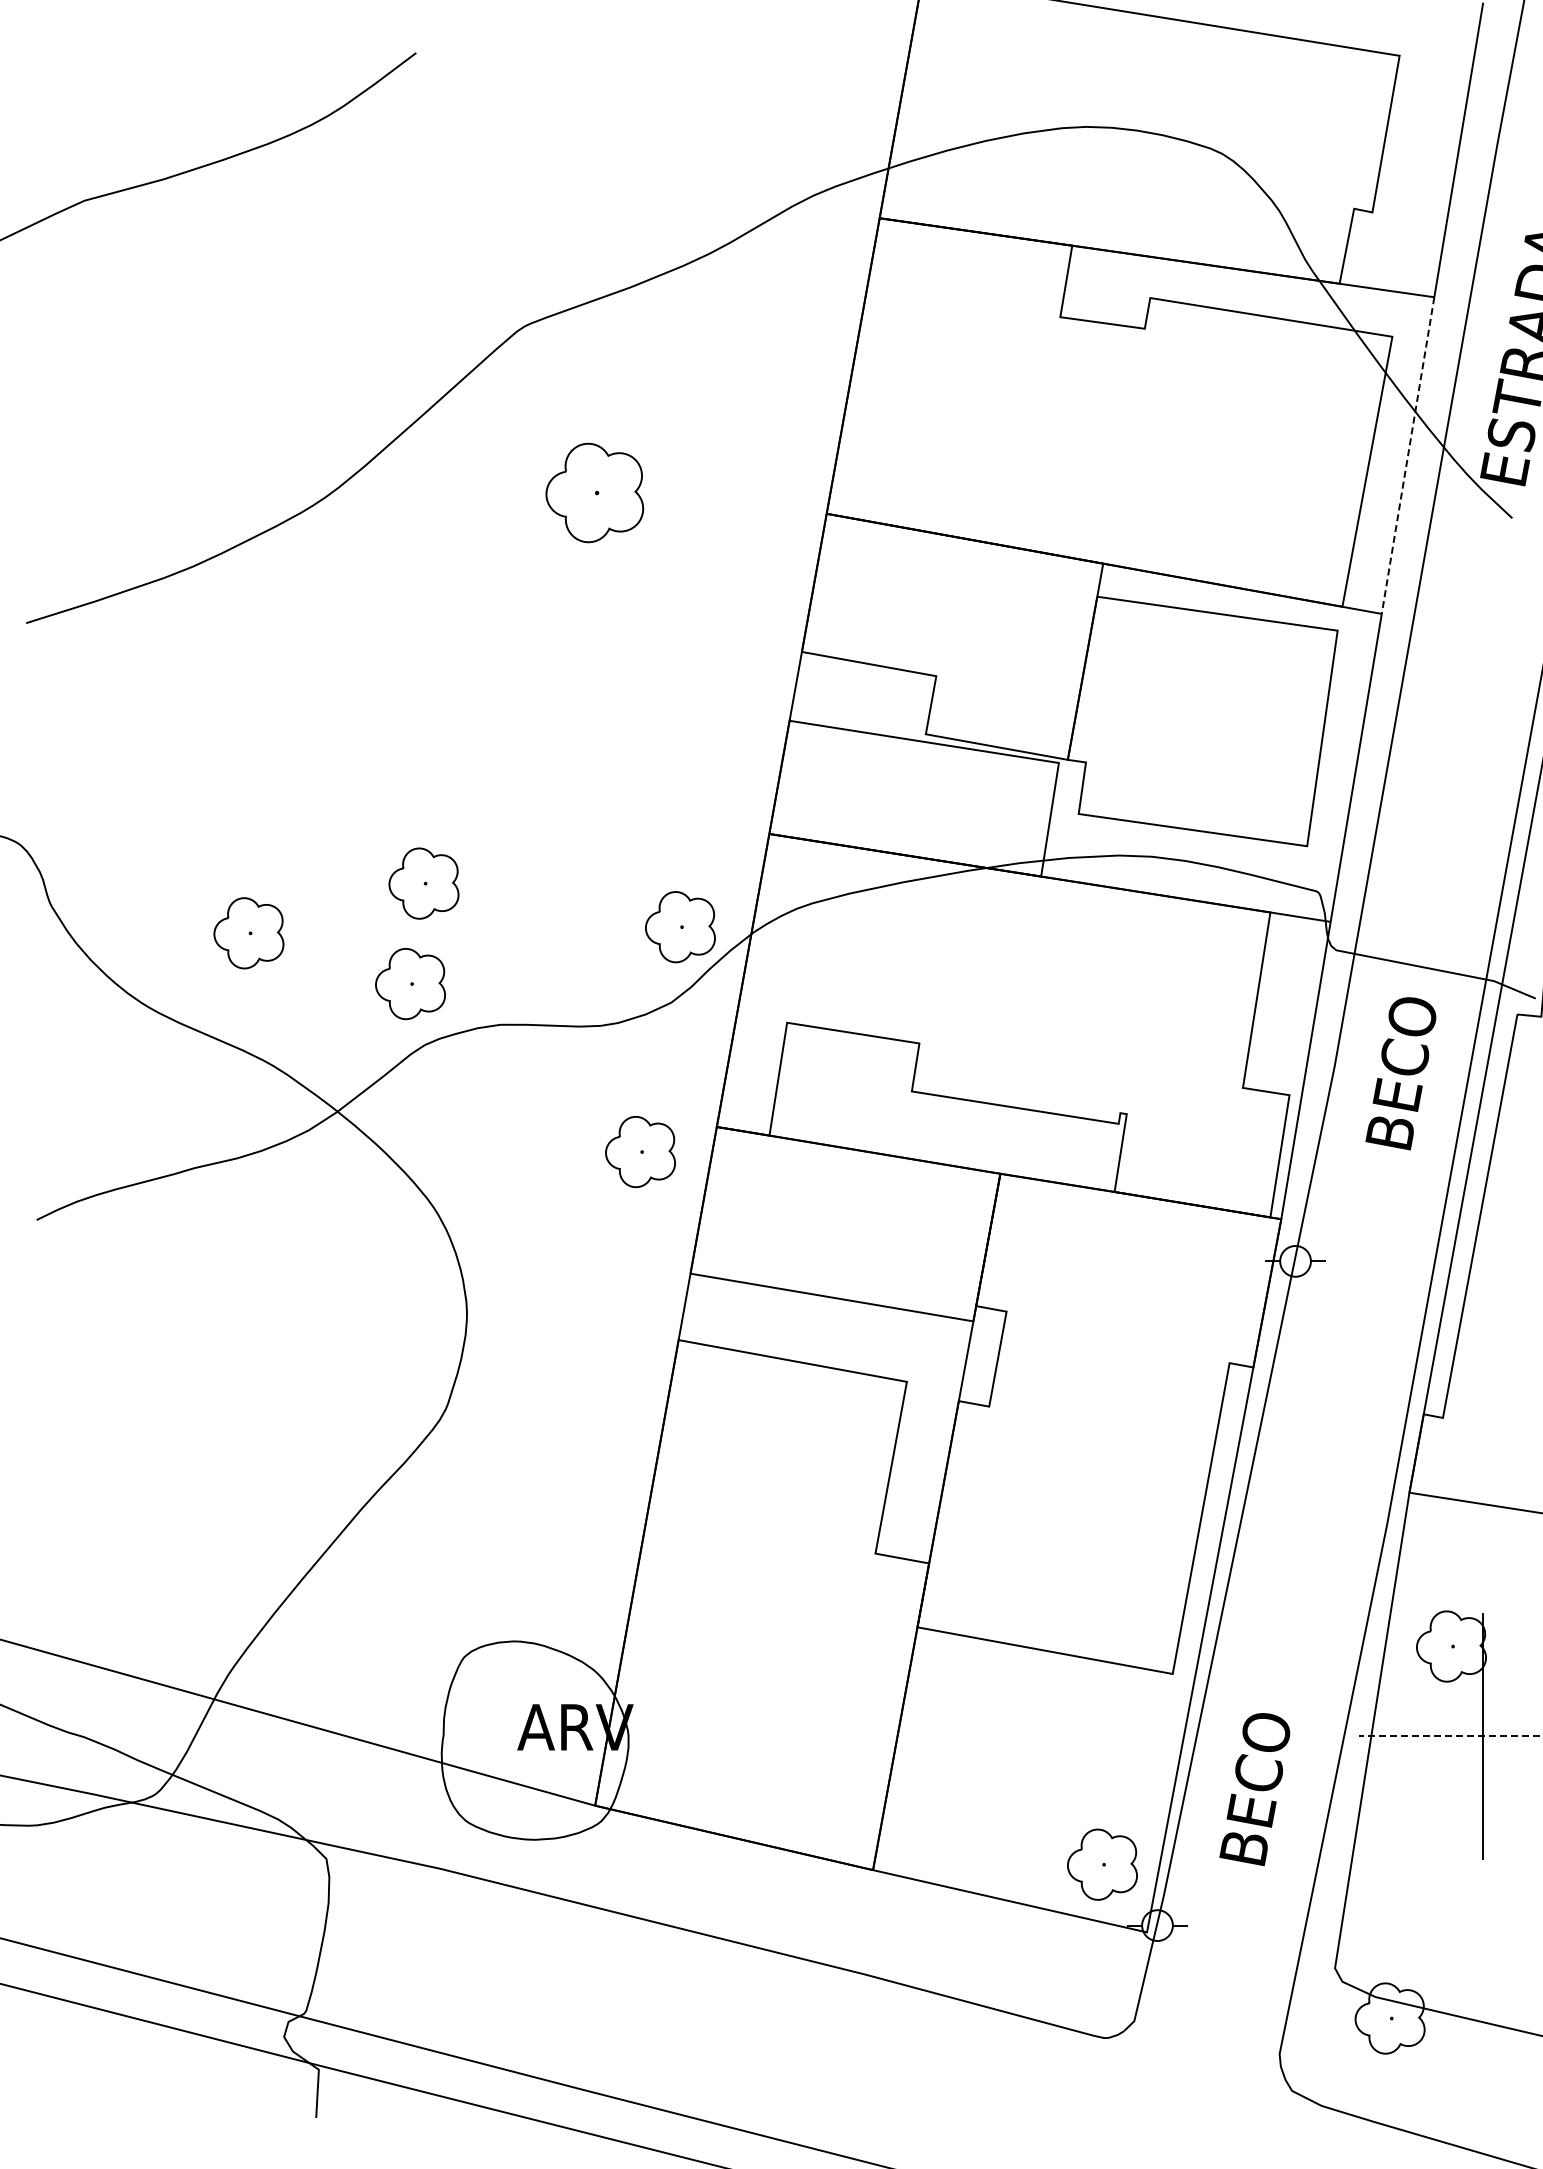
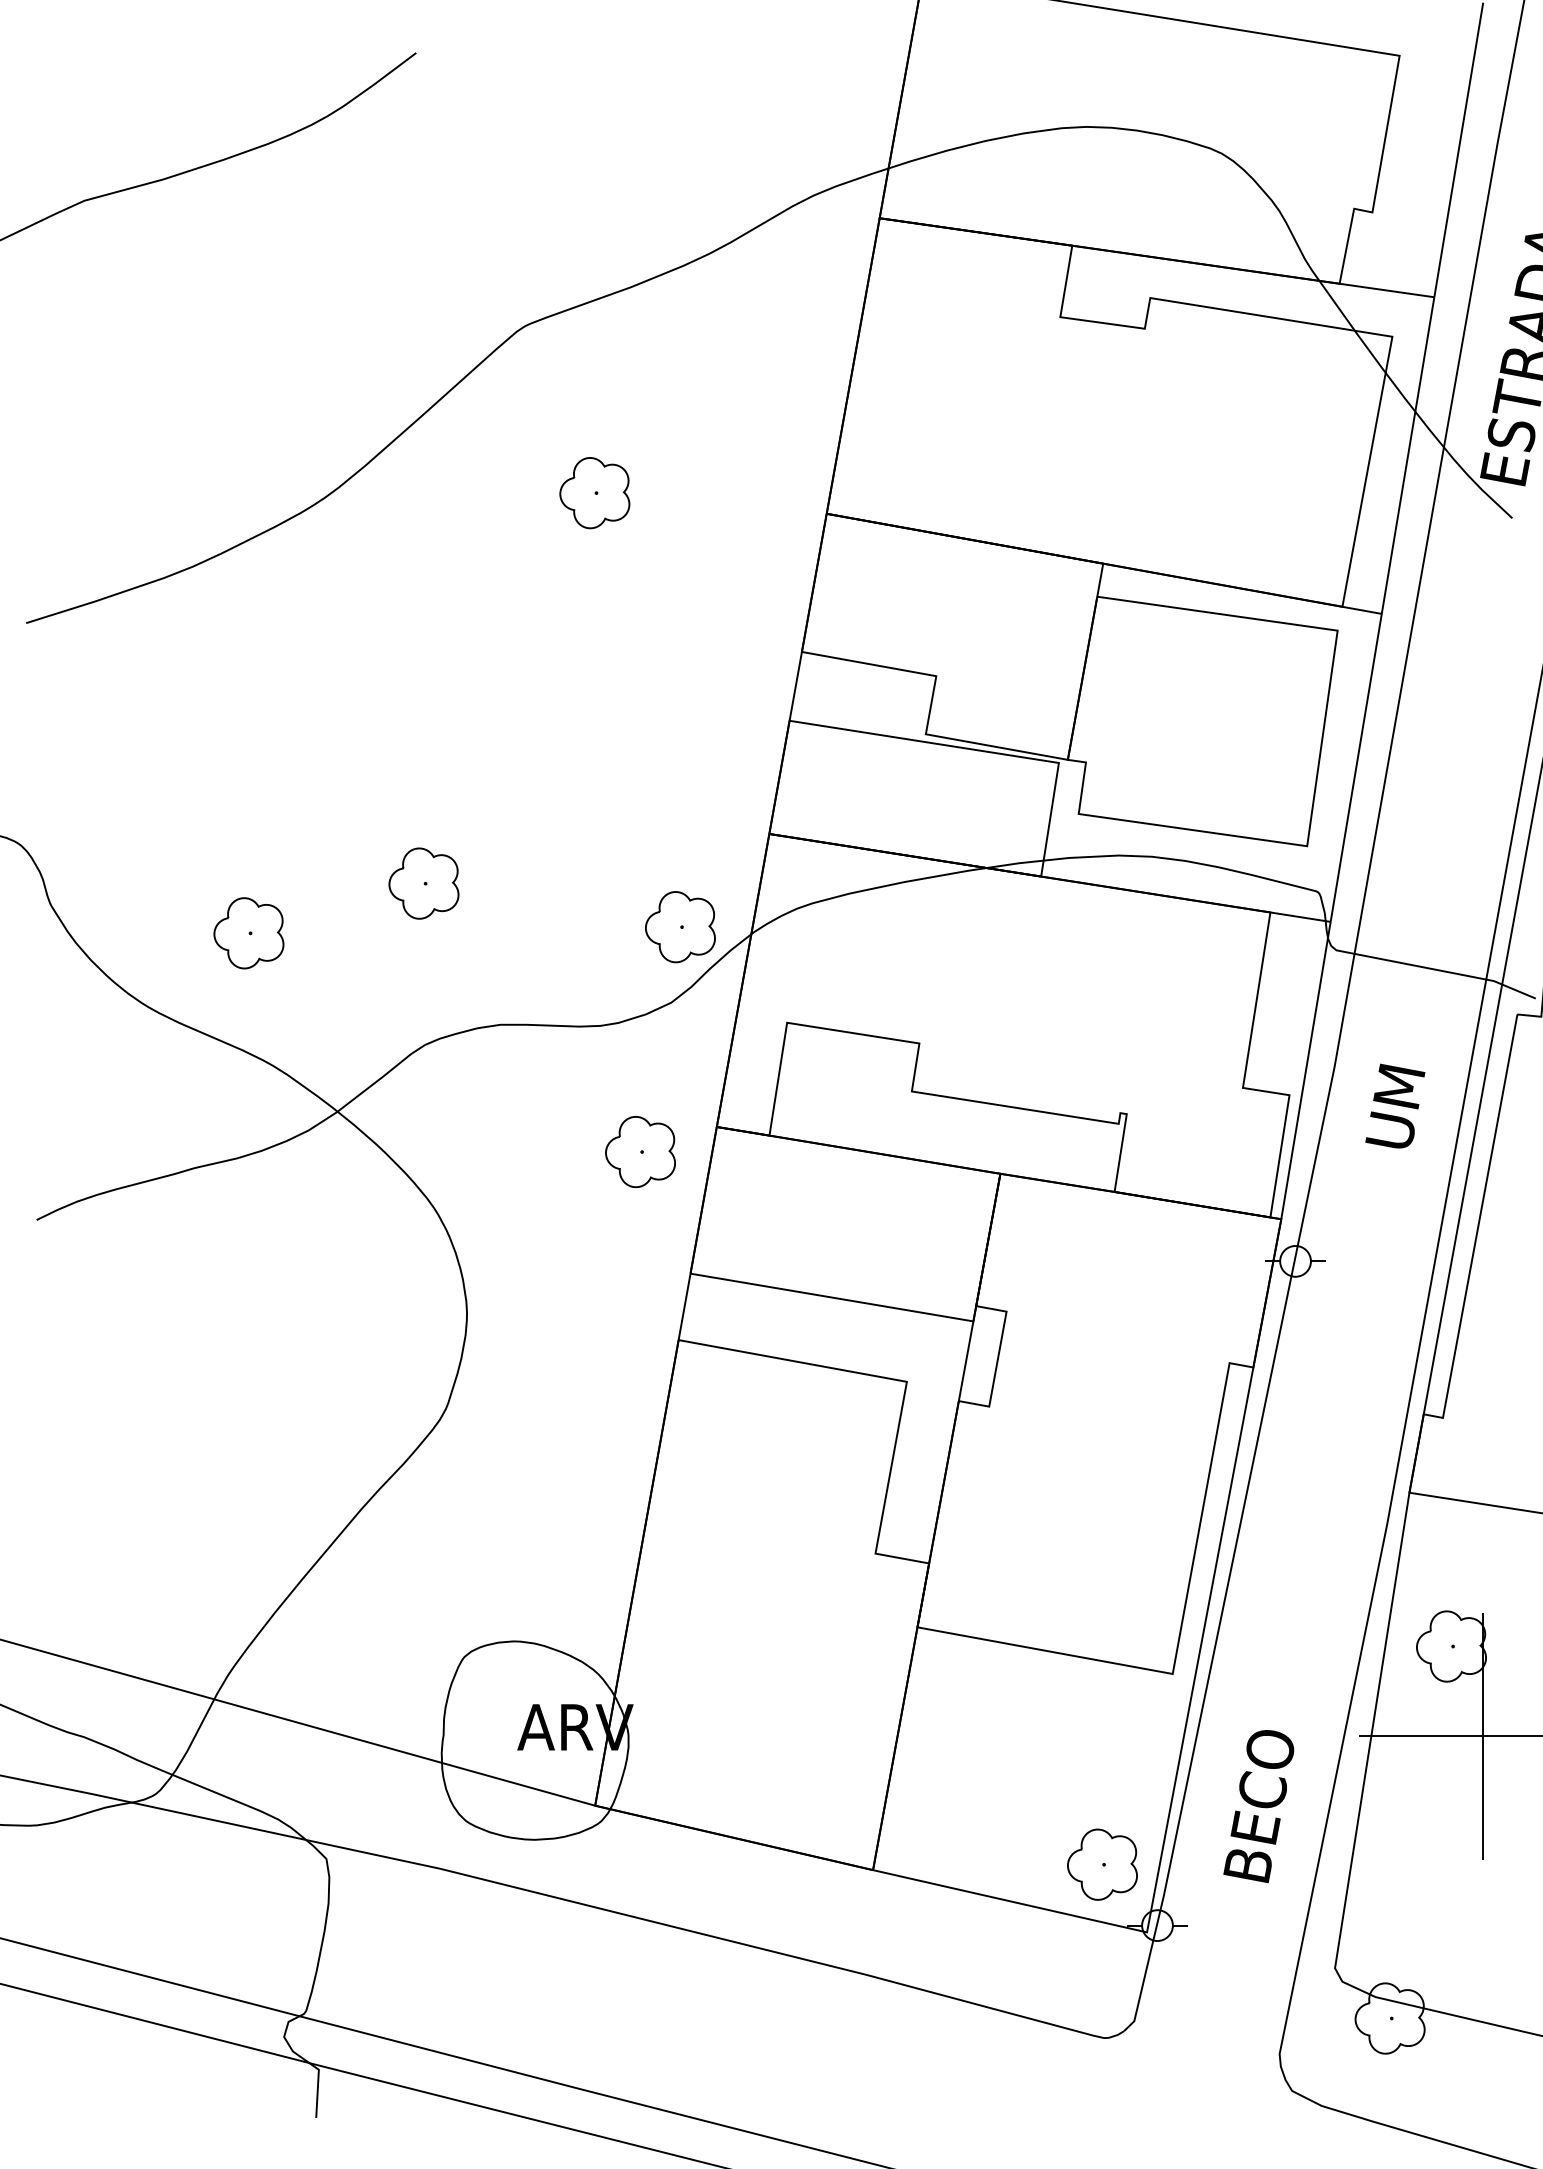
line at (1407, 456): dashed -> solid
part at (594, 492) size: 100x102 px -> 72x73 px
part at (410, 984): present -> none
text at (1400, 1073): BECO -> UM
line at (1451, 1736): dashed -> solid
text at (1254, 1789) position: (1254, 1789) -> (1258, 1806)
